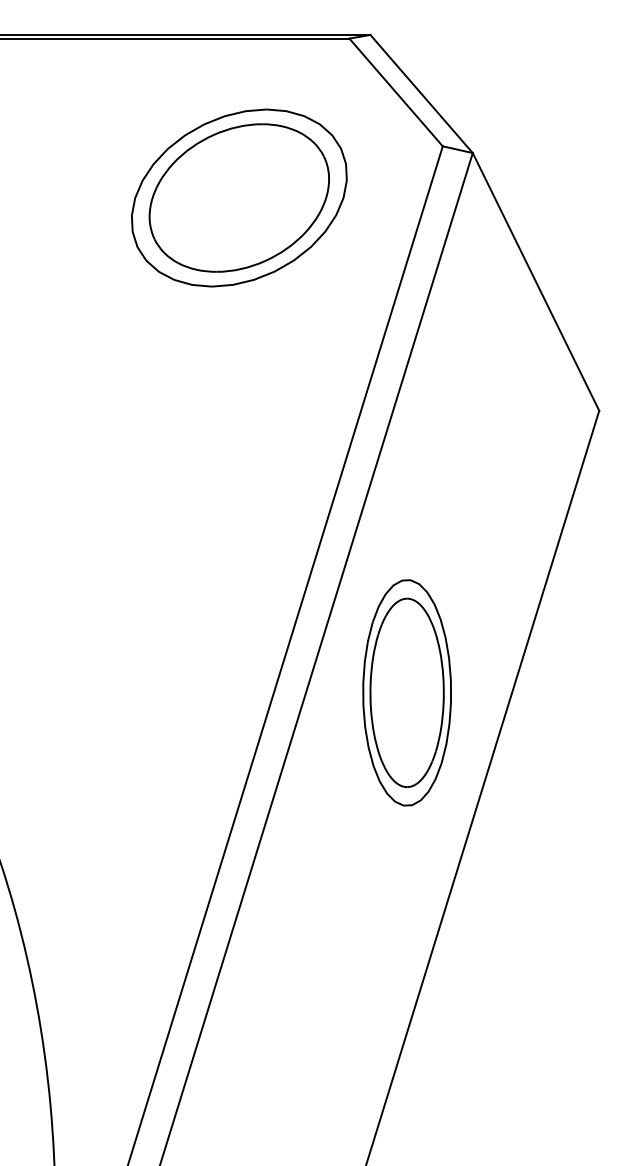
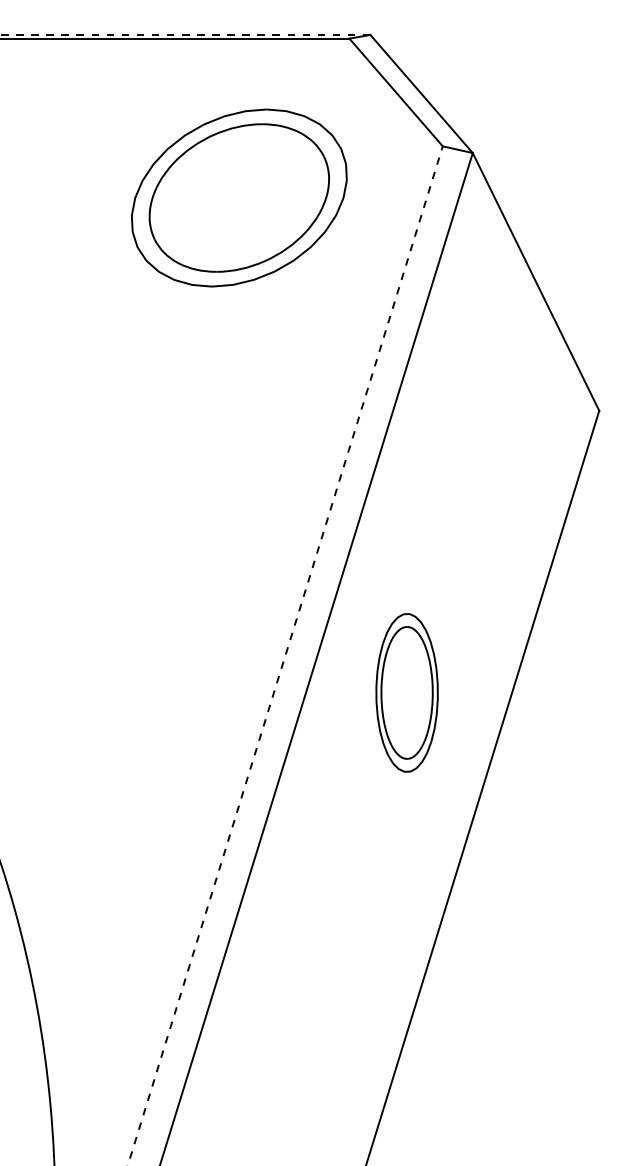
line at (185, 34): solid -> dashed
line at (285, 655): solid -> dashed
part at (406, 692) size: 90x228 px -> 64x160 px
